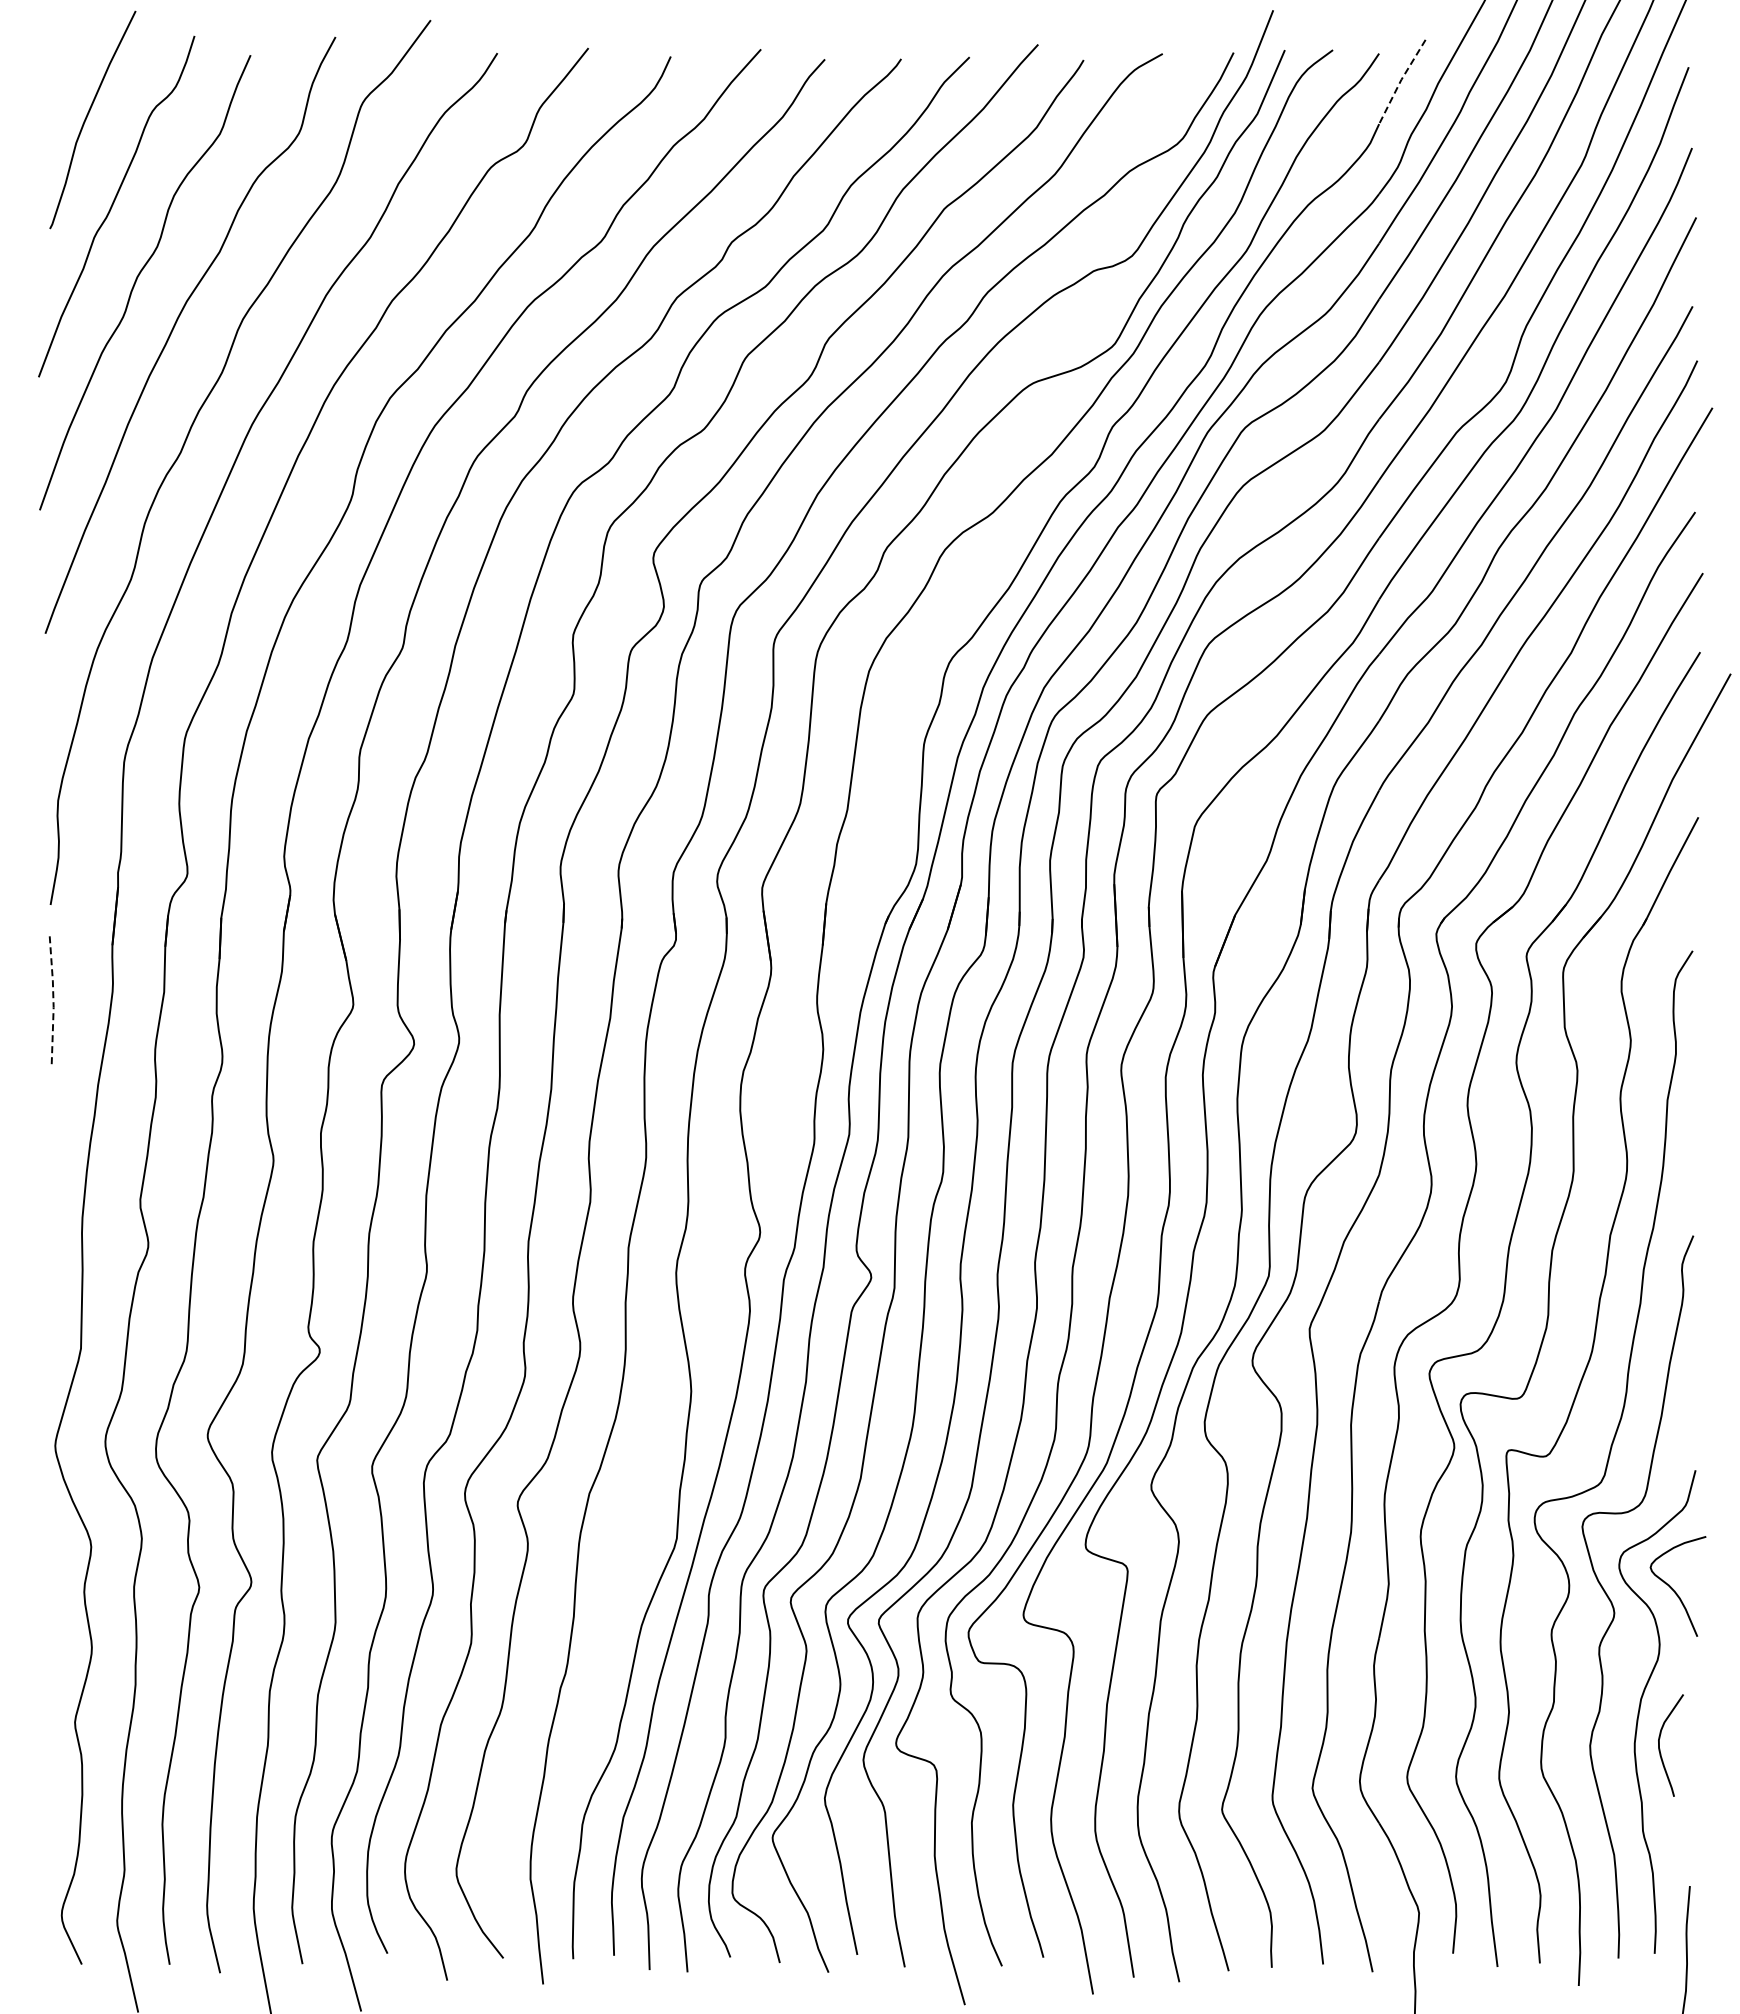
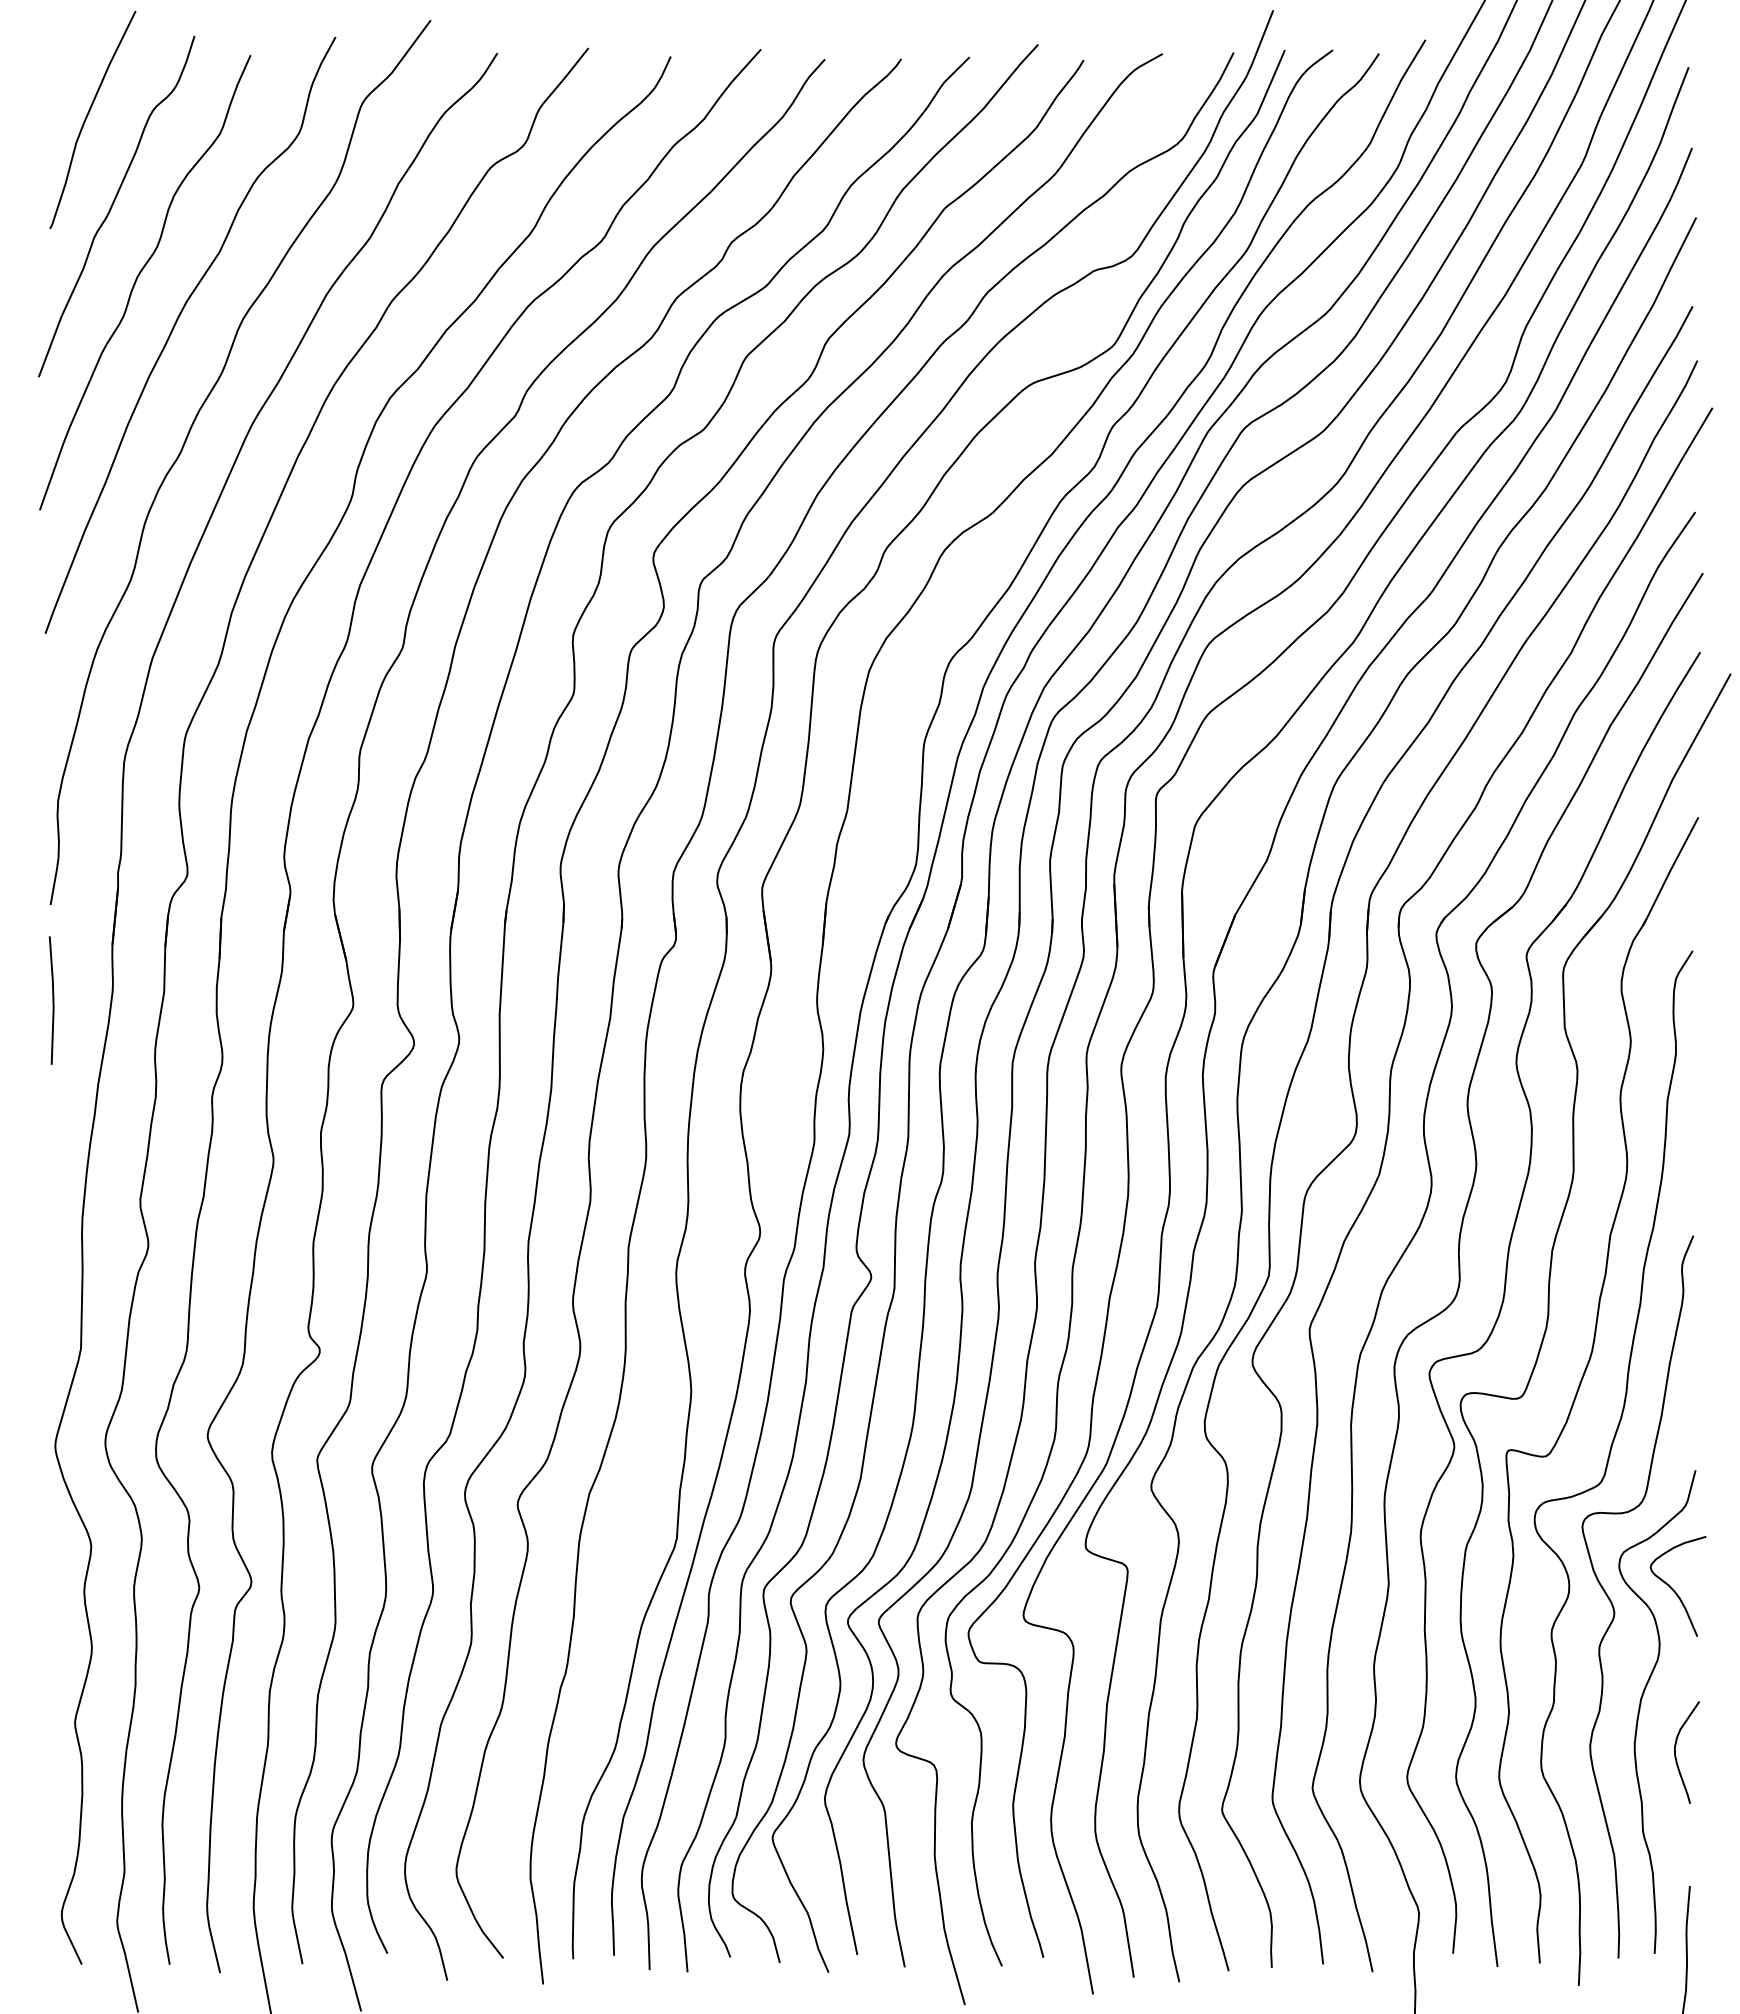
line at (1400, 80): dashed -> solid
line at (53, 1000): dashed -> solid
curve at (1660, 1748) position: (1660, 1748) -> (1676, 1755)
